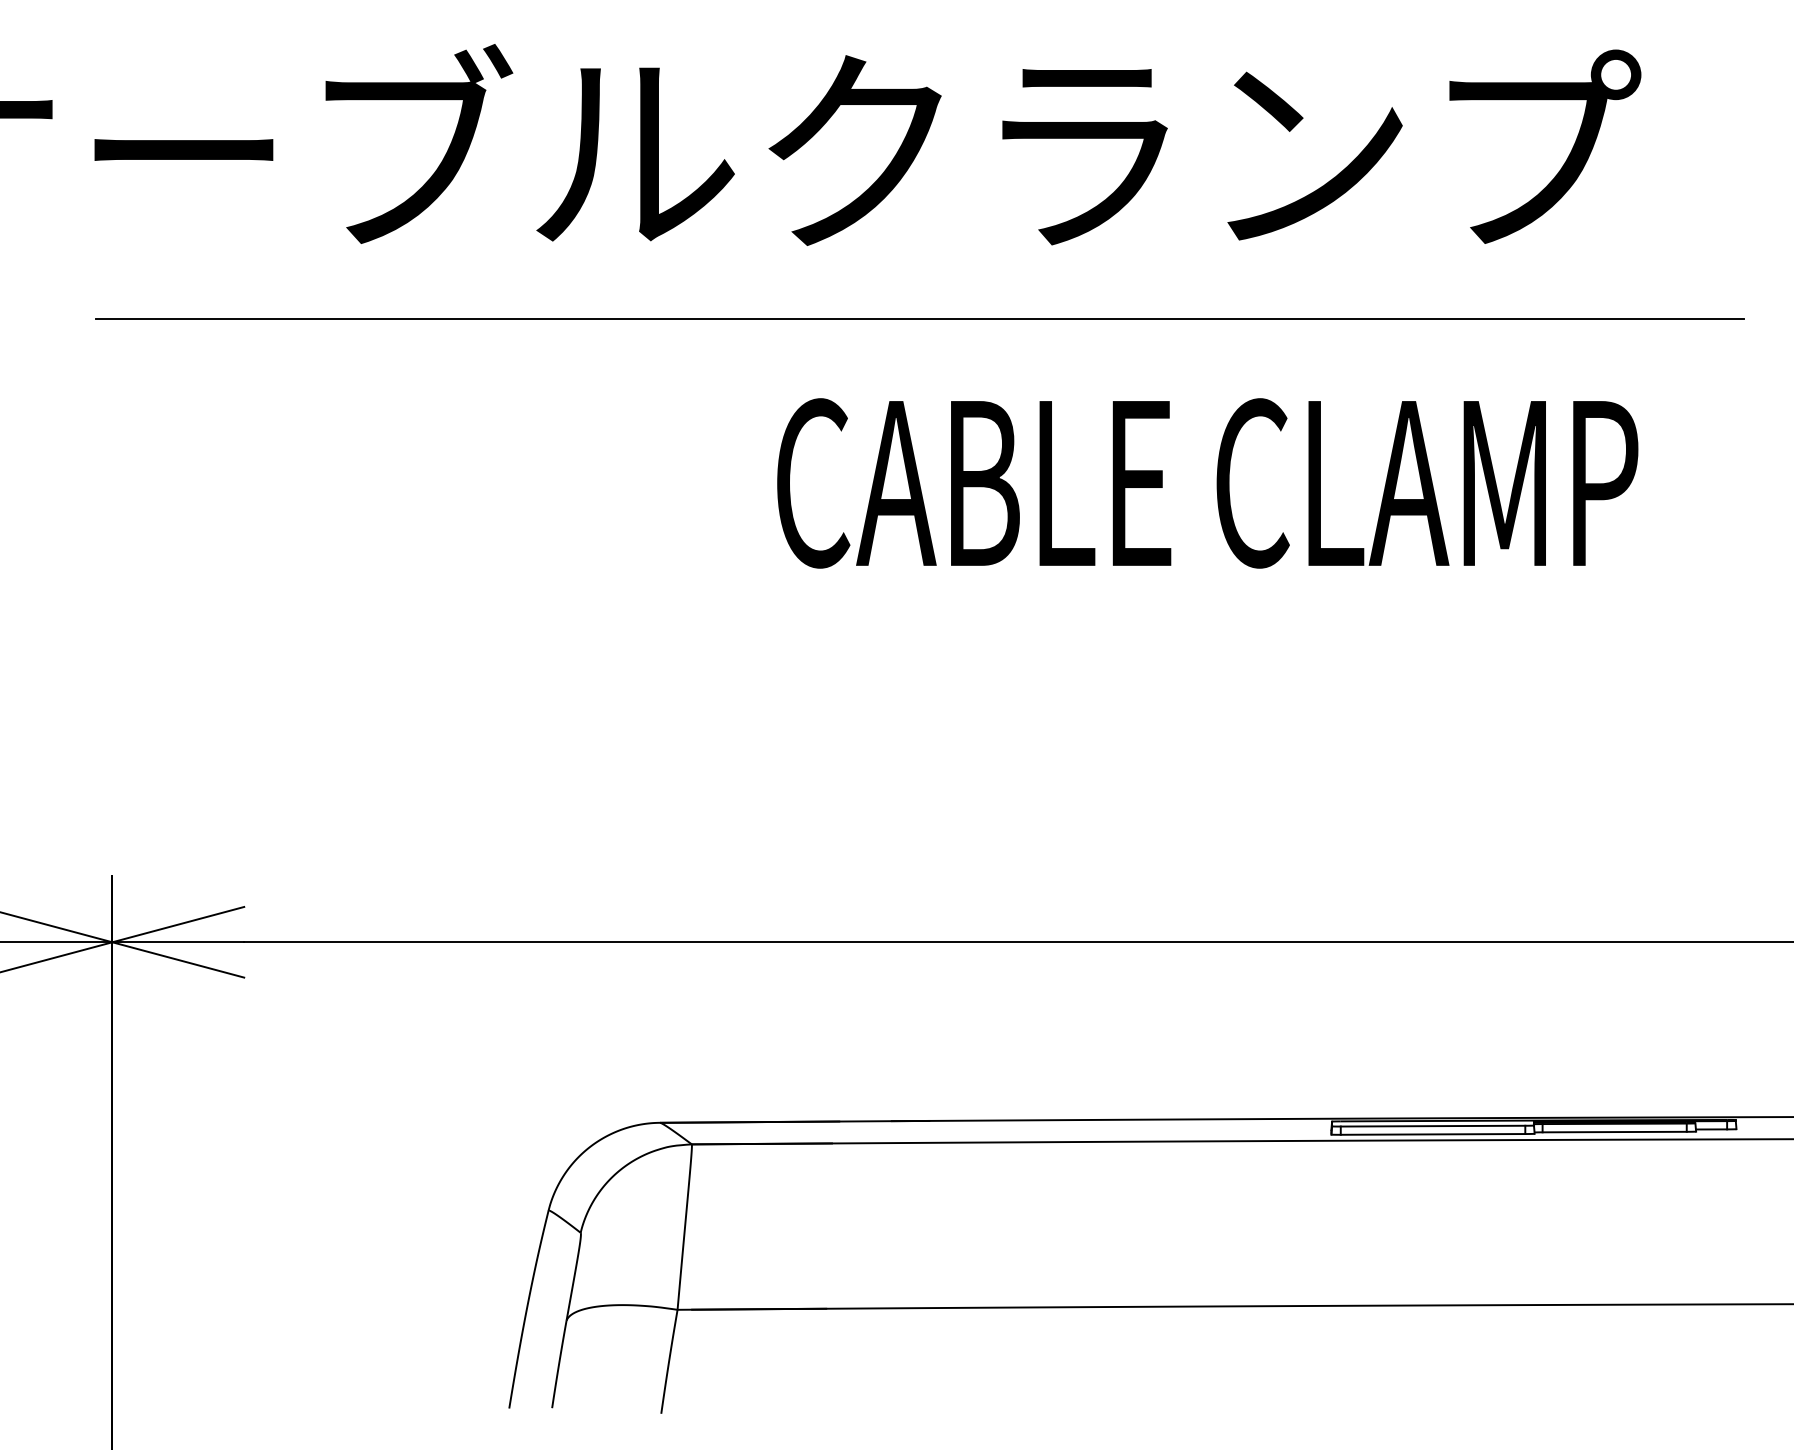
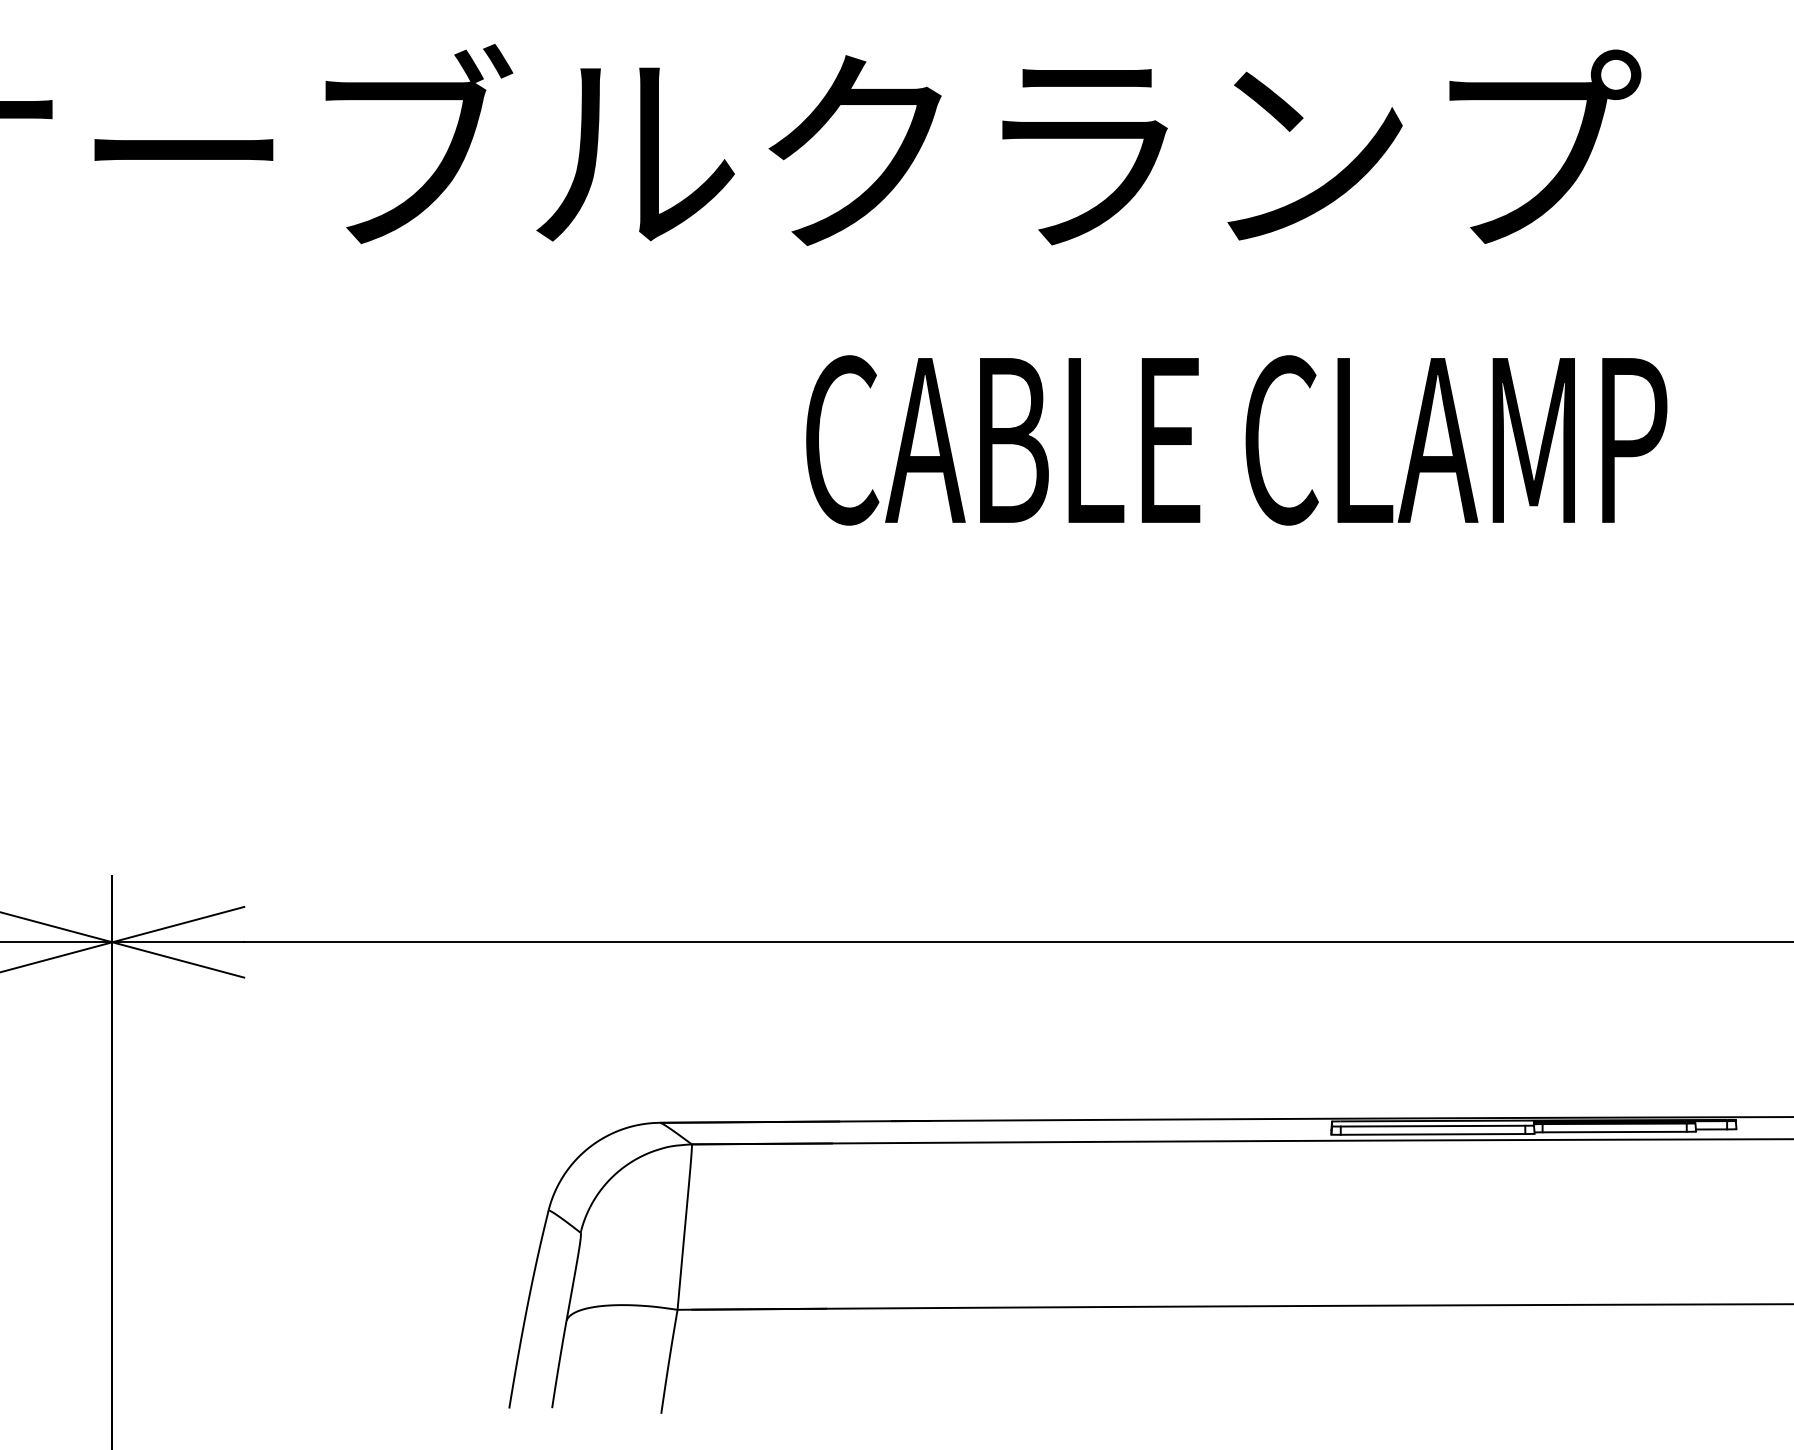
line at (919, 318): present -> none
text at (1207, 483) position: (1207, 483) -> (1236, 440)
